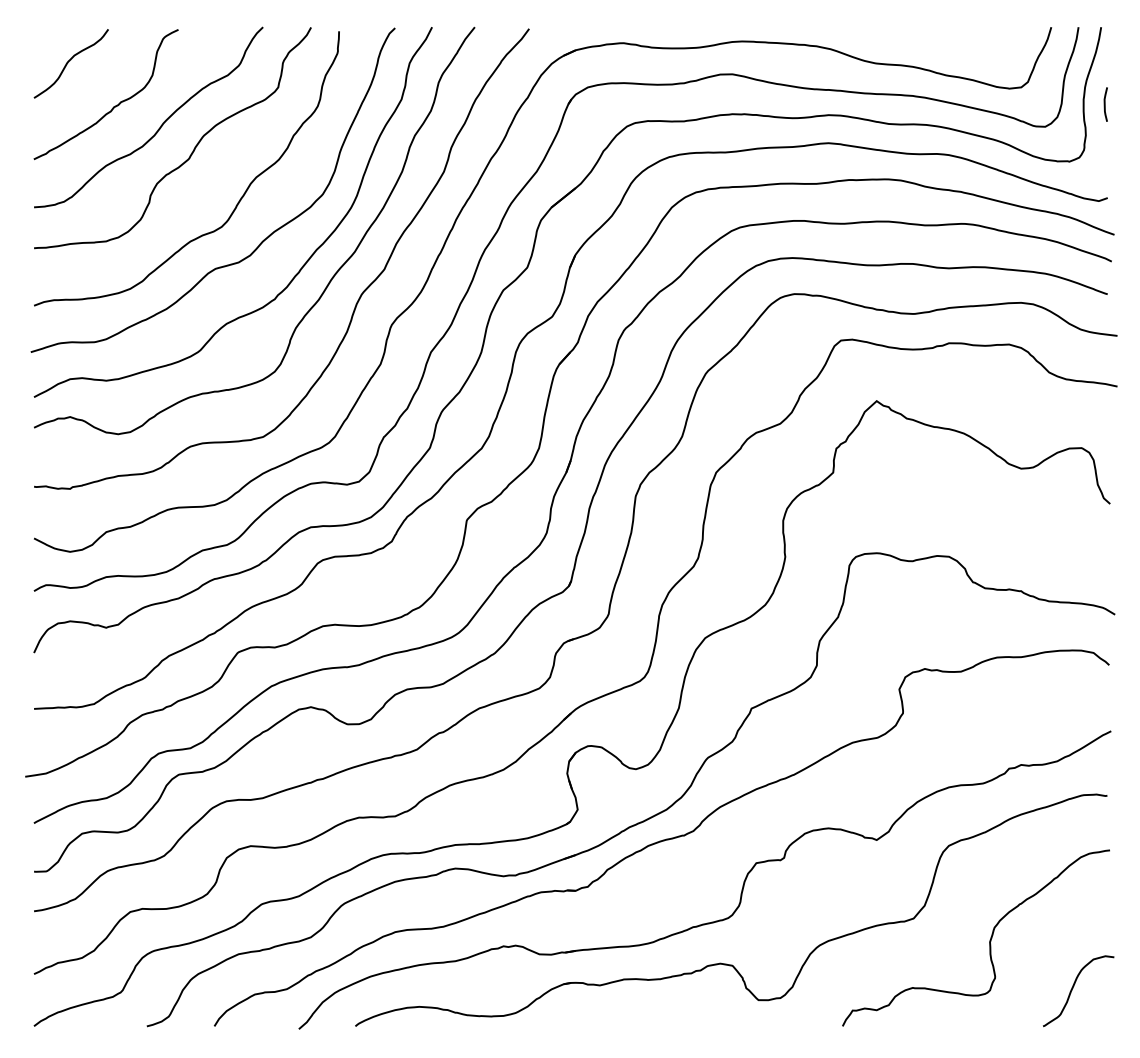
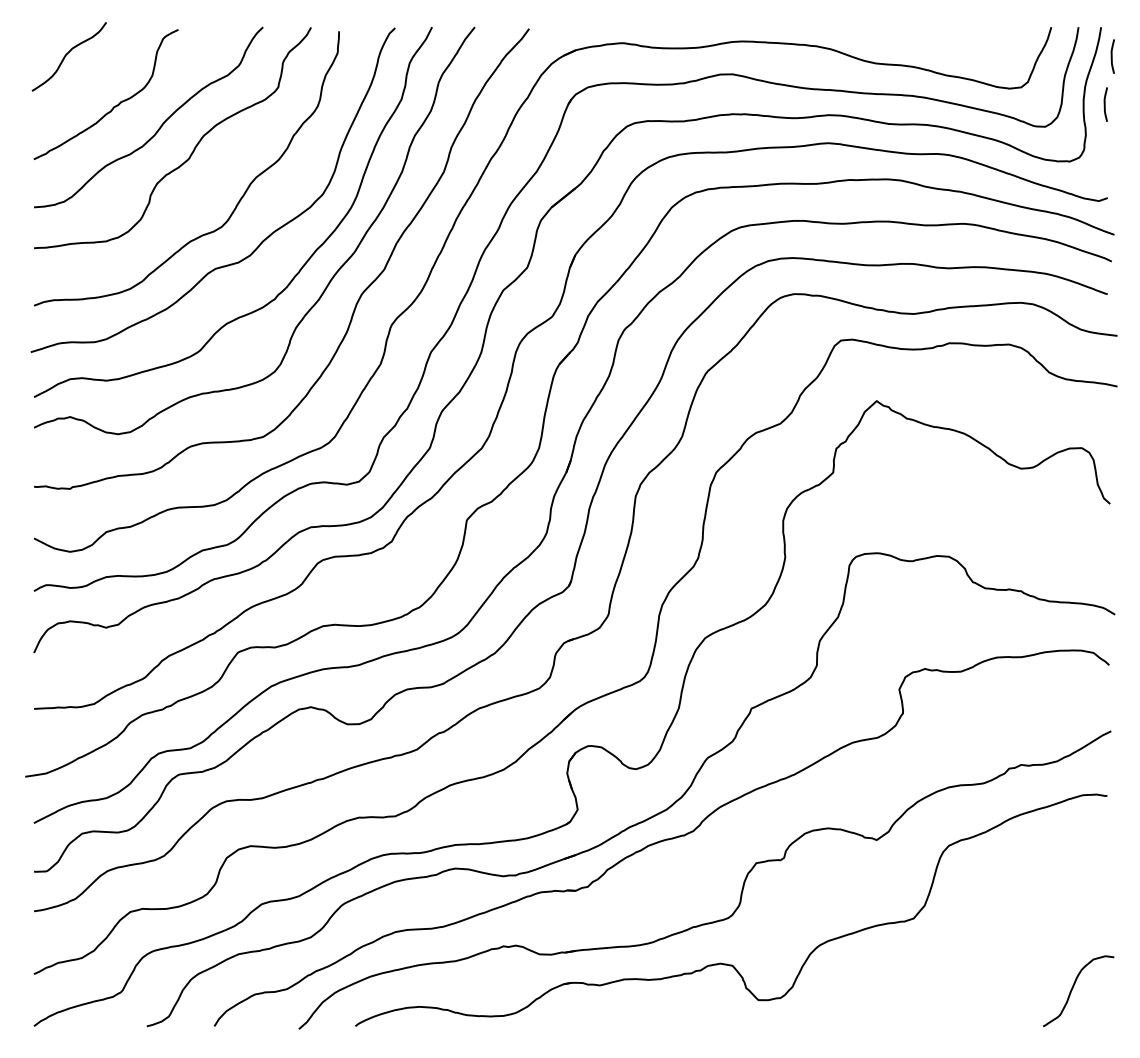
curve at (1112, 56): none -> present
curve at (68, 63) position: (68, 63) -> (66, 56)
curve at (989, 940): present -> none
